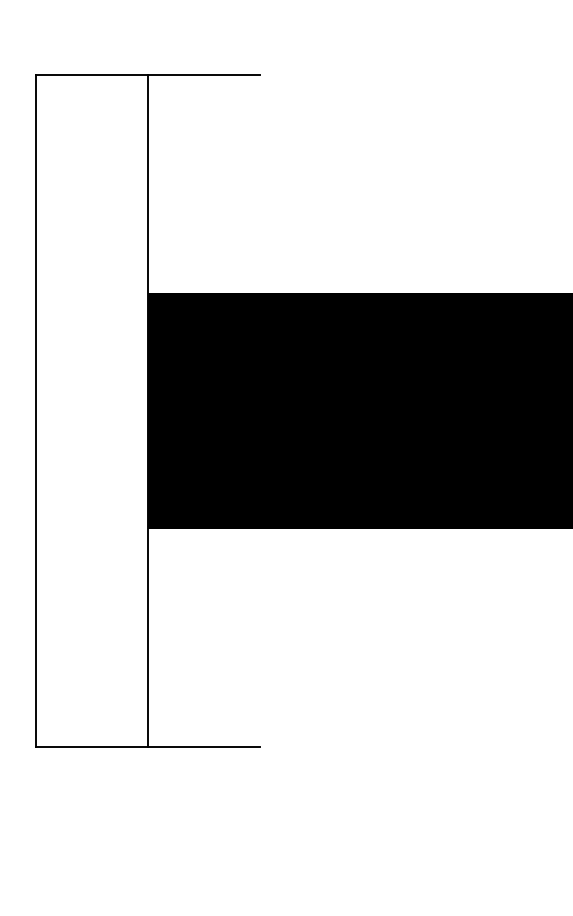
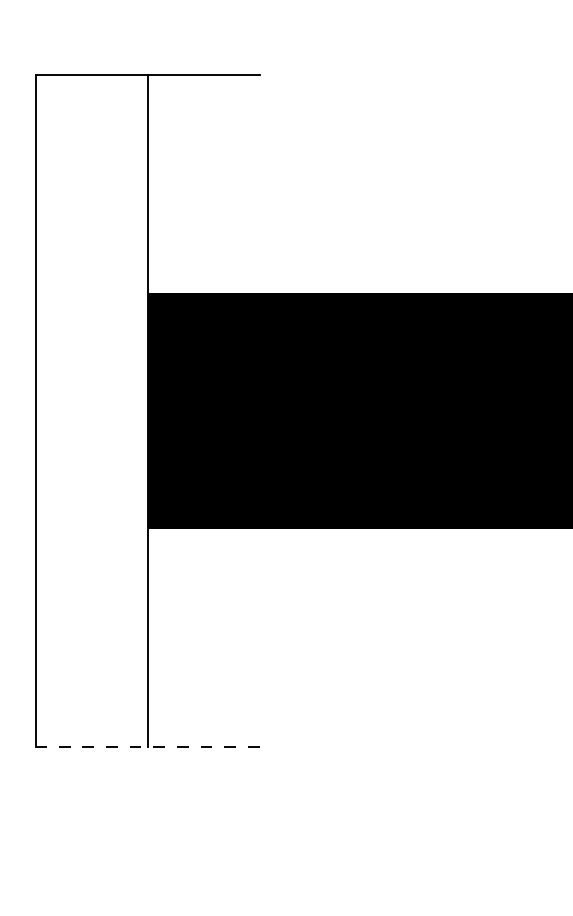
line at (147, 747): solid -> dashed
